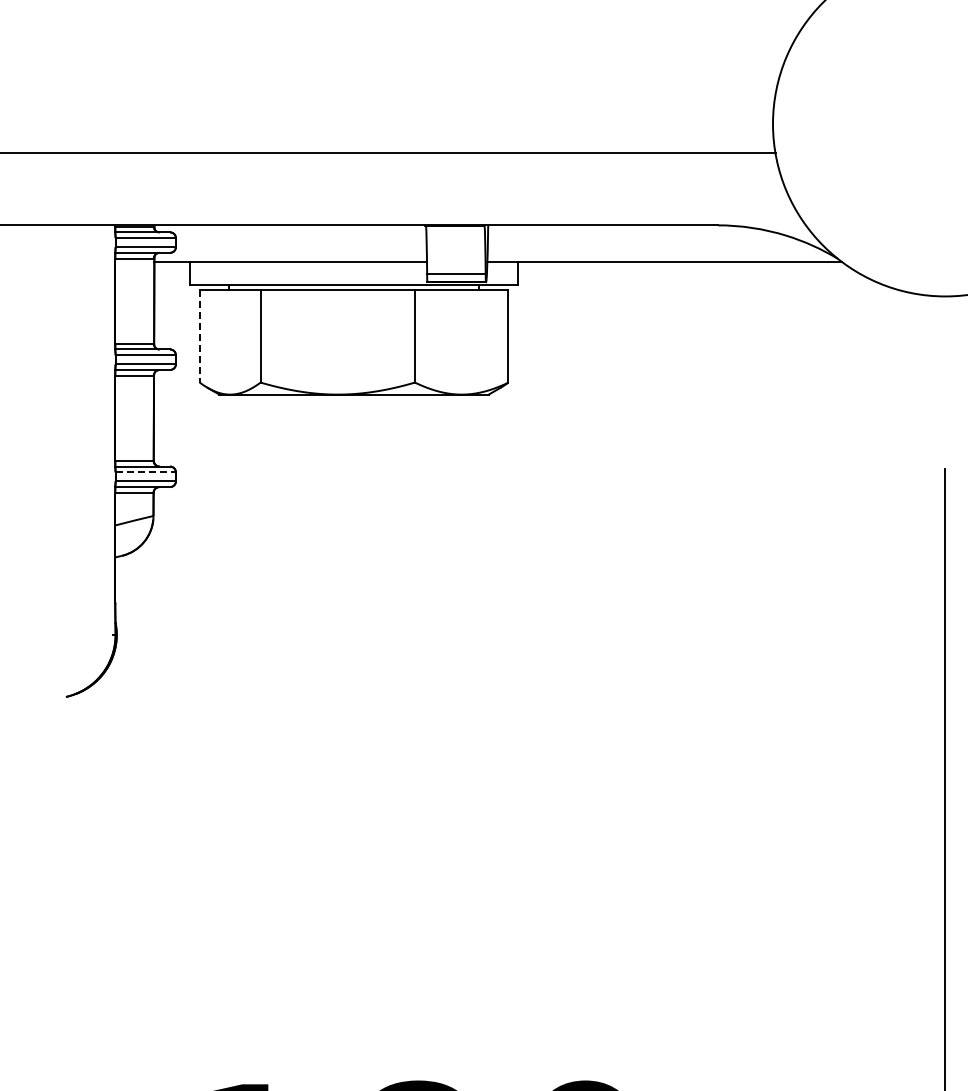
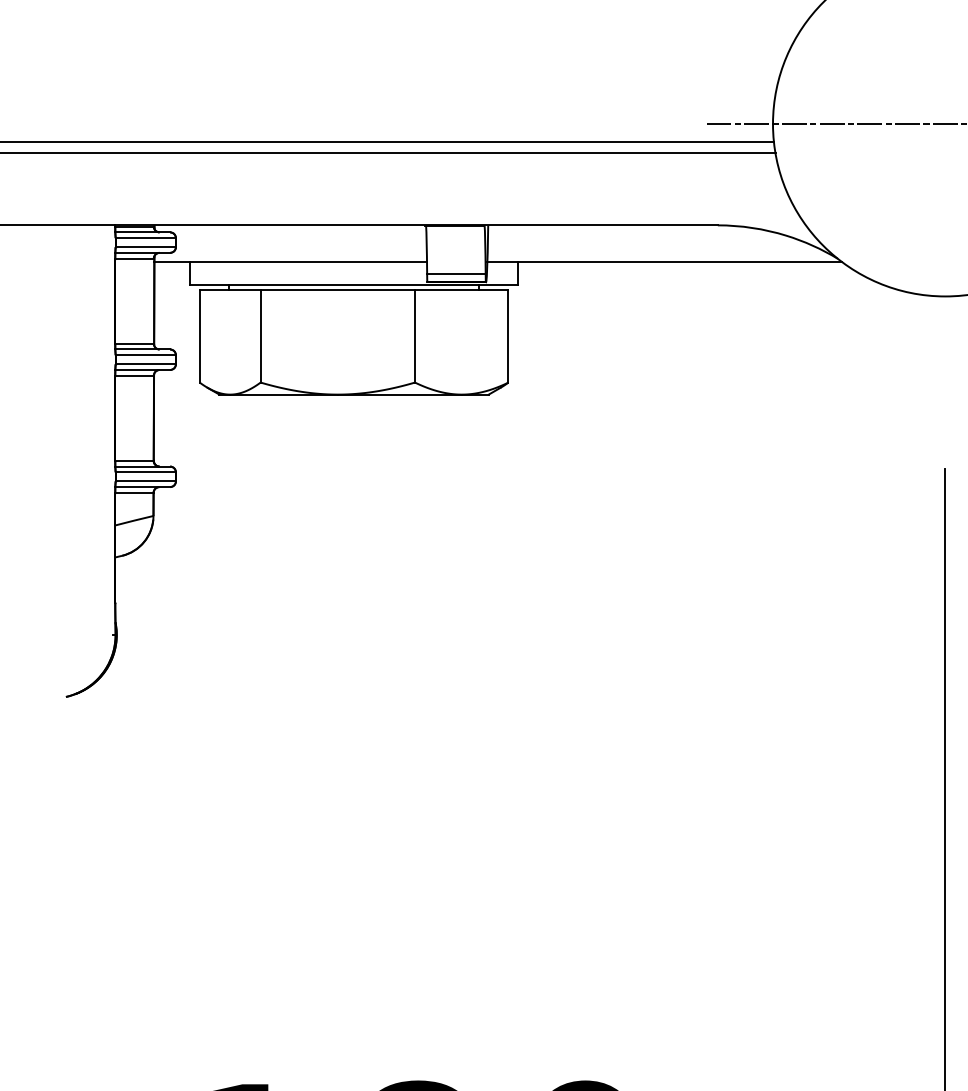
line at (835, 124): none -> present
line at (387, 141): none -> present
line at (199, 336): dashed -> solid
line at (146, 472): dashed -> solid
